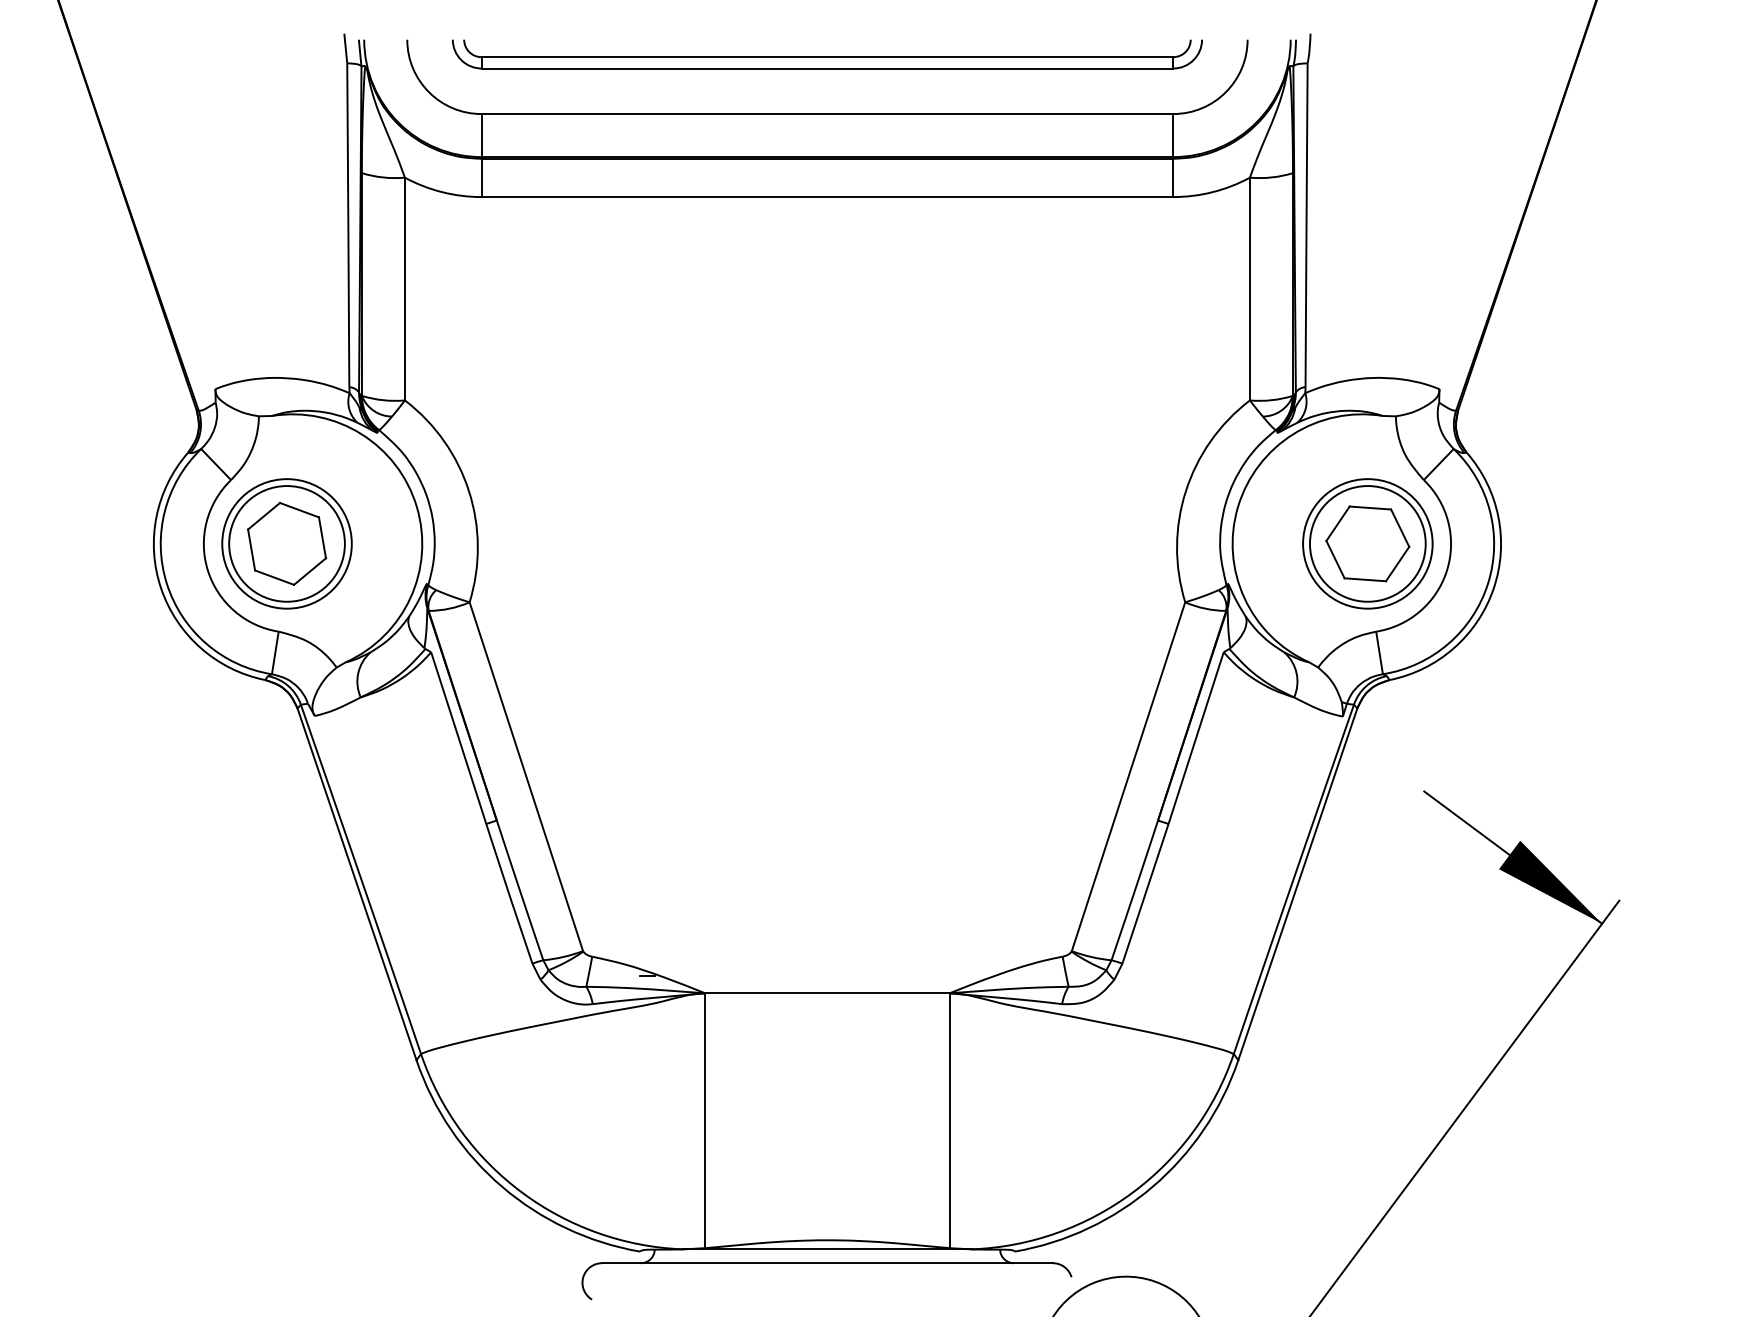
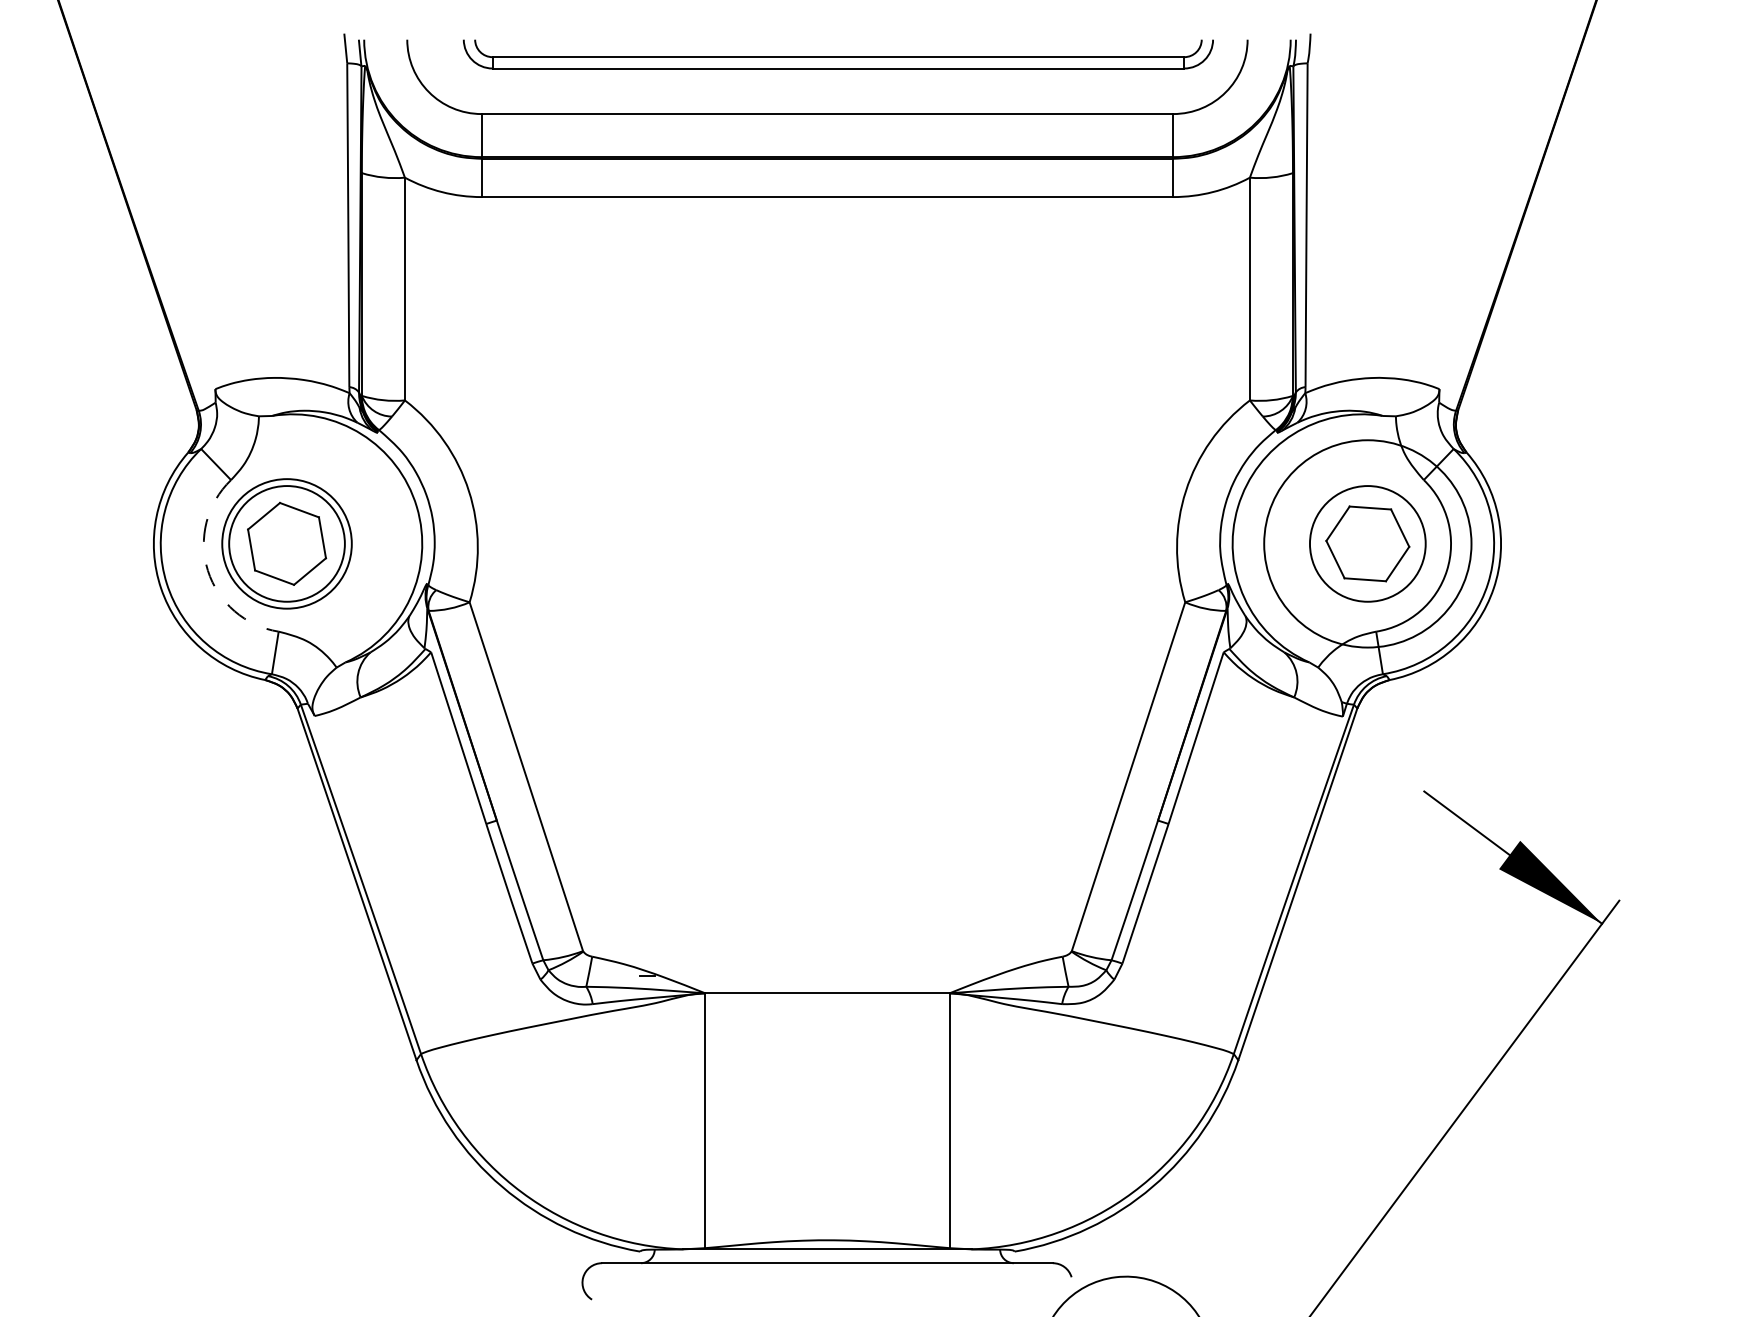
part at (826, 54) position: (826, 54) -> (837, 54)
circle at (1367, 543) diameter: 130 px -> 207 px
arc at (207, 570): solid -> dashed
